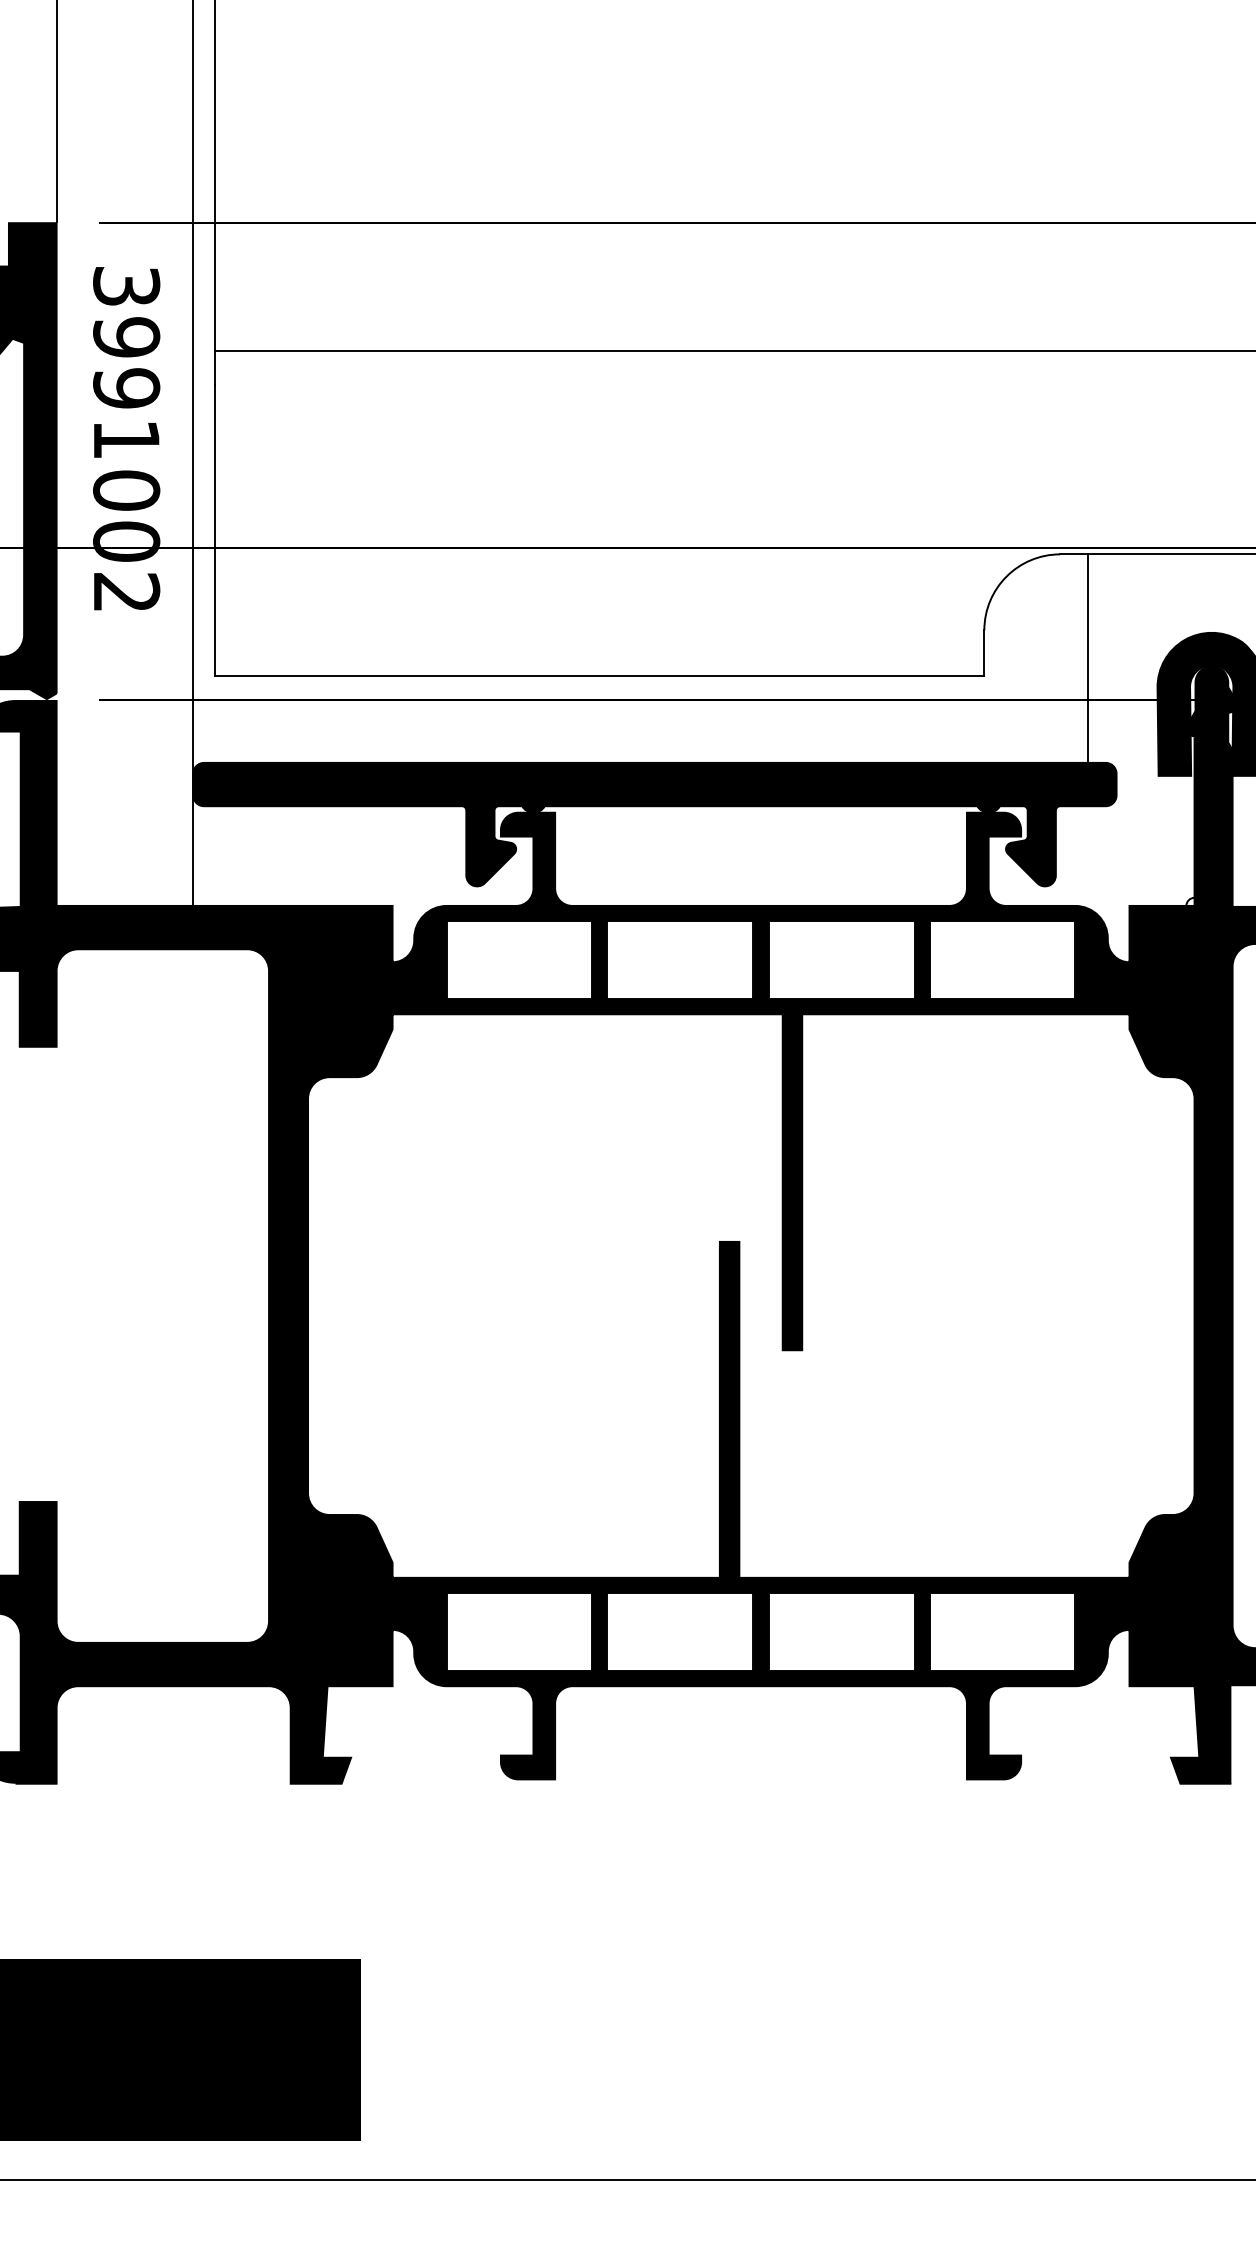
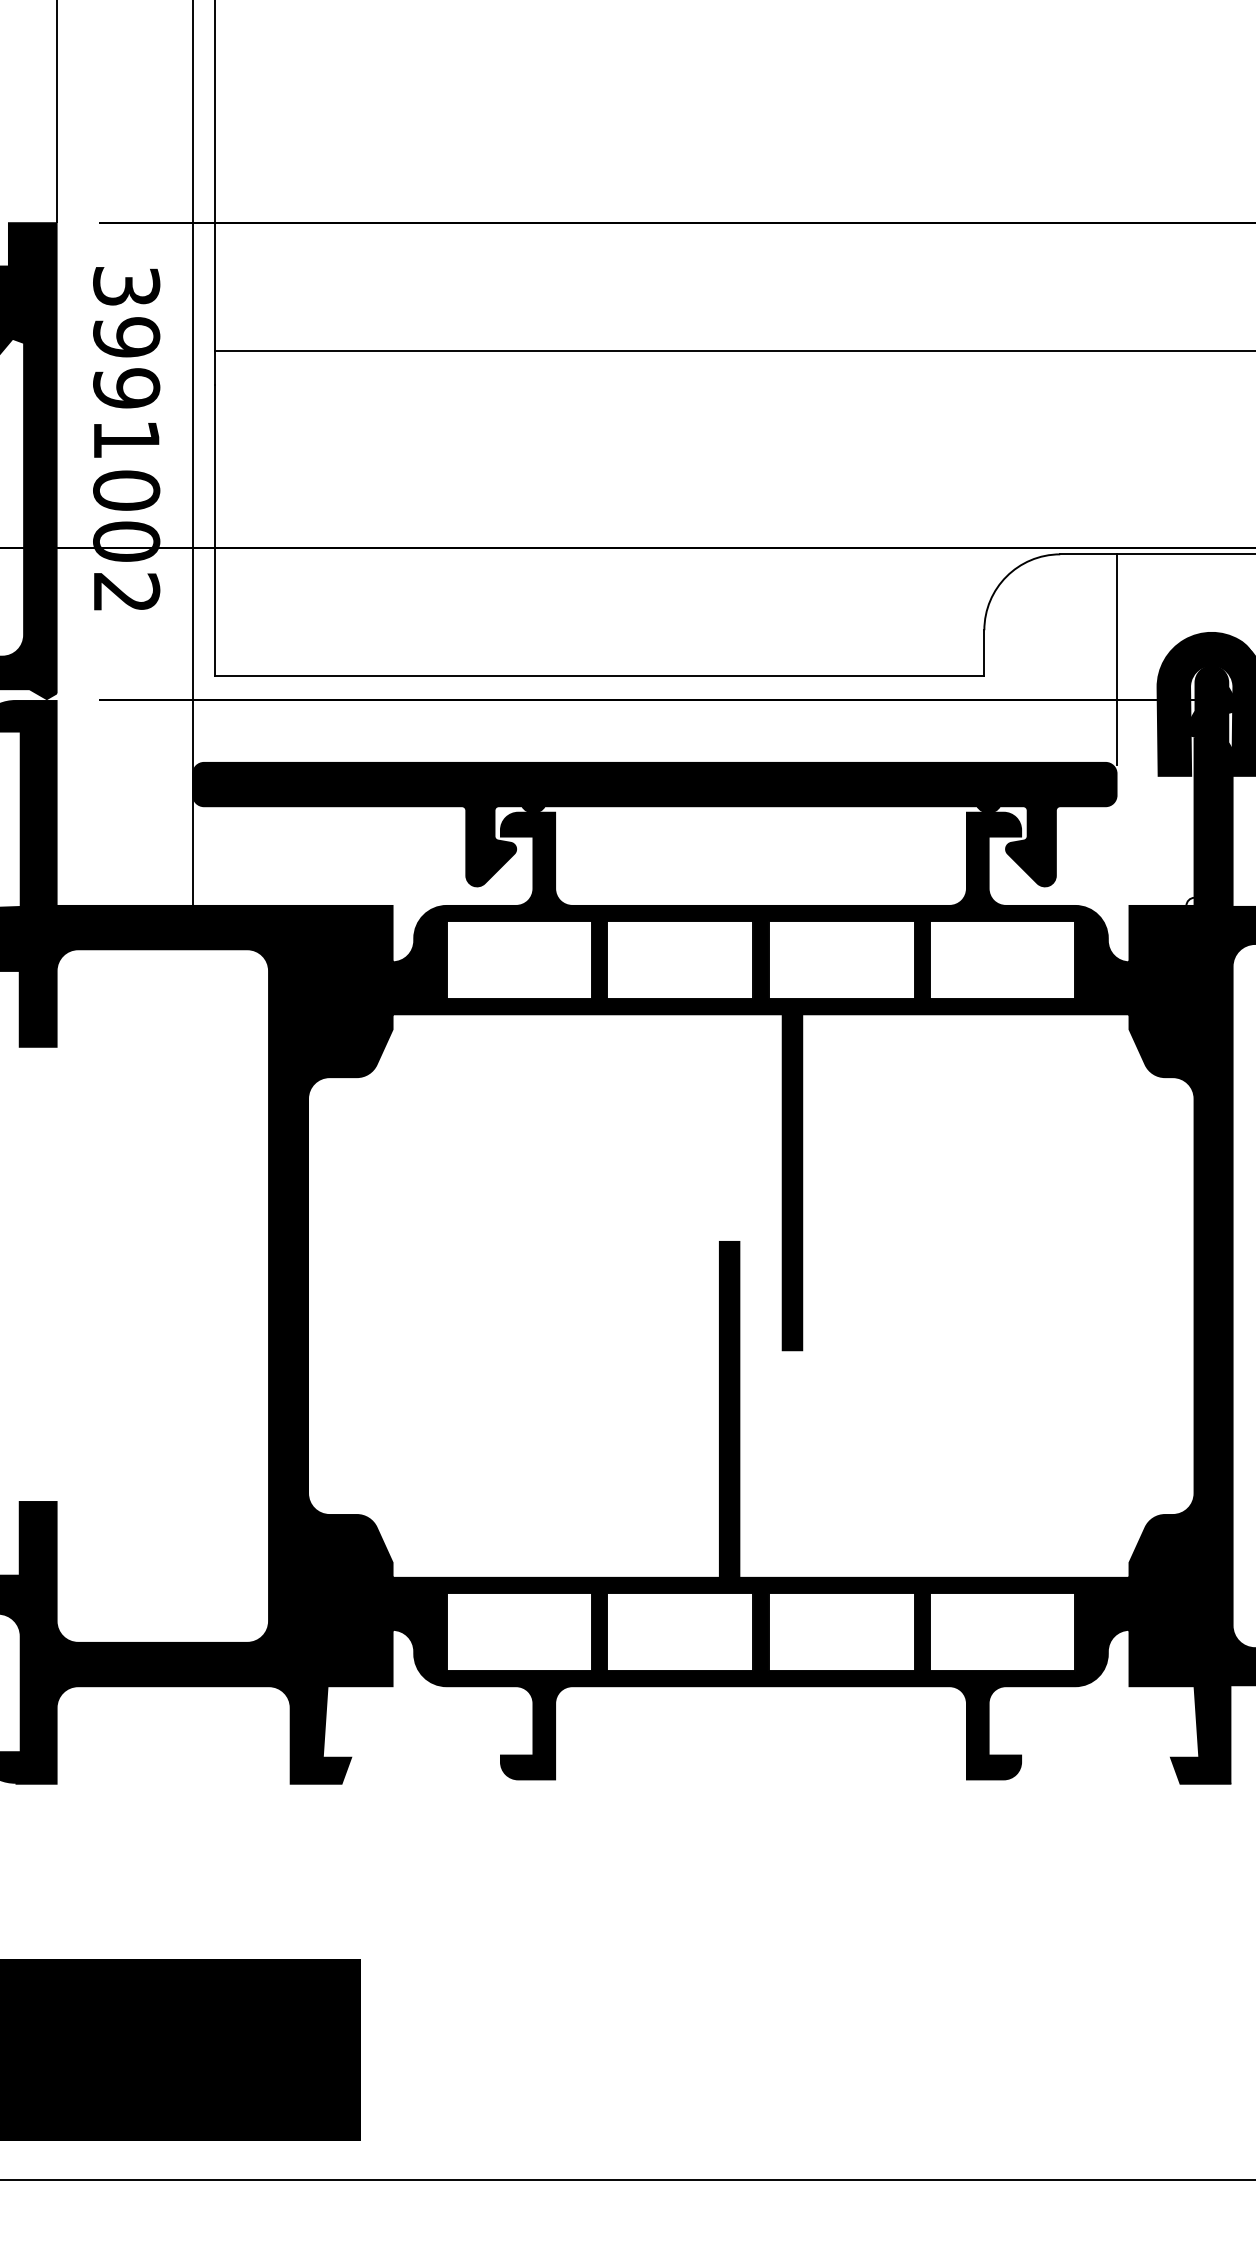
line at (1087, 659) position: (1087, 659) -> (1116, 659)
